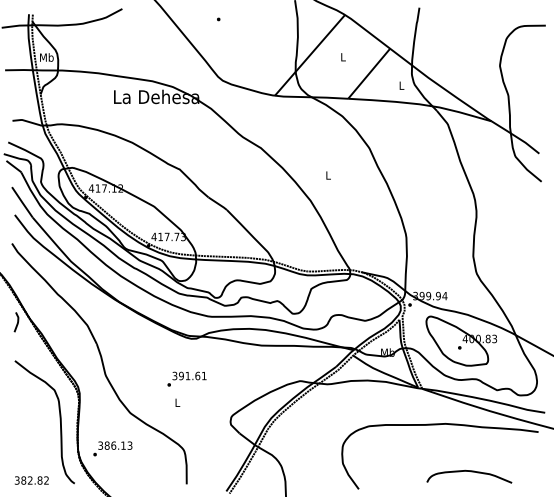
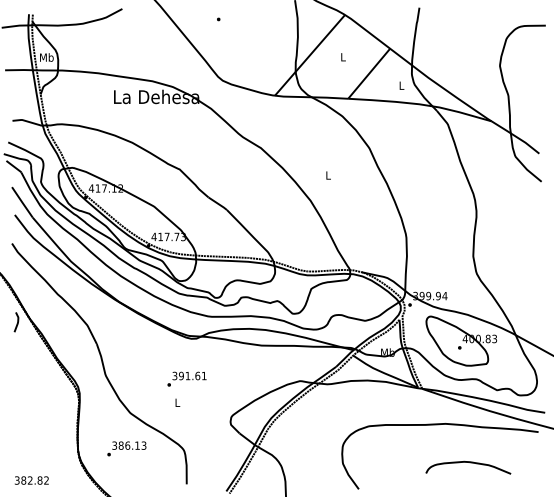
curve at (59, 420): present -> none
text at (112, 448) position: (112, 448) -> (126, 448)
curve at (470, 472) position: (470, 472) -> (469, 463)
